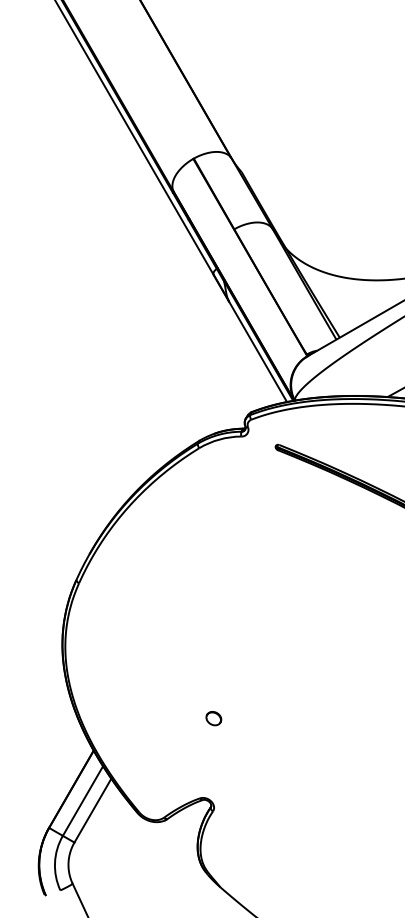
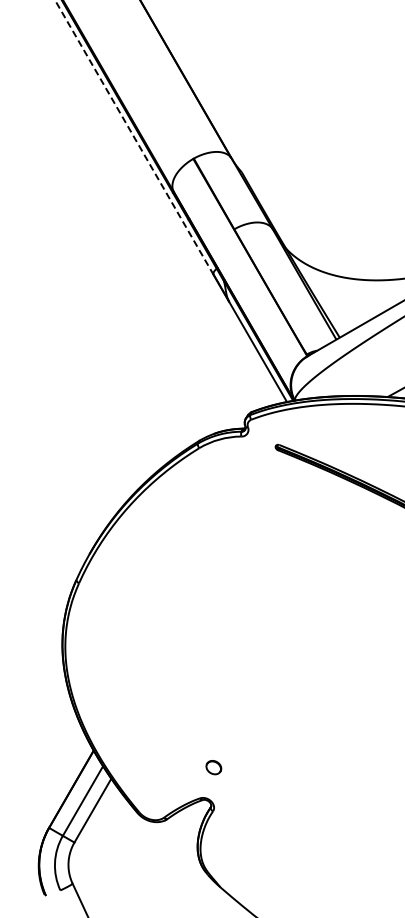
line at (134, 138): solid -> dashed
part at (213, 718) position: (213, 718) -> (213, 767)
